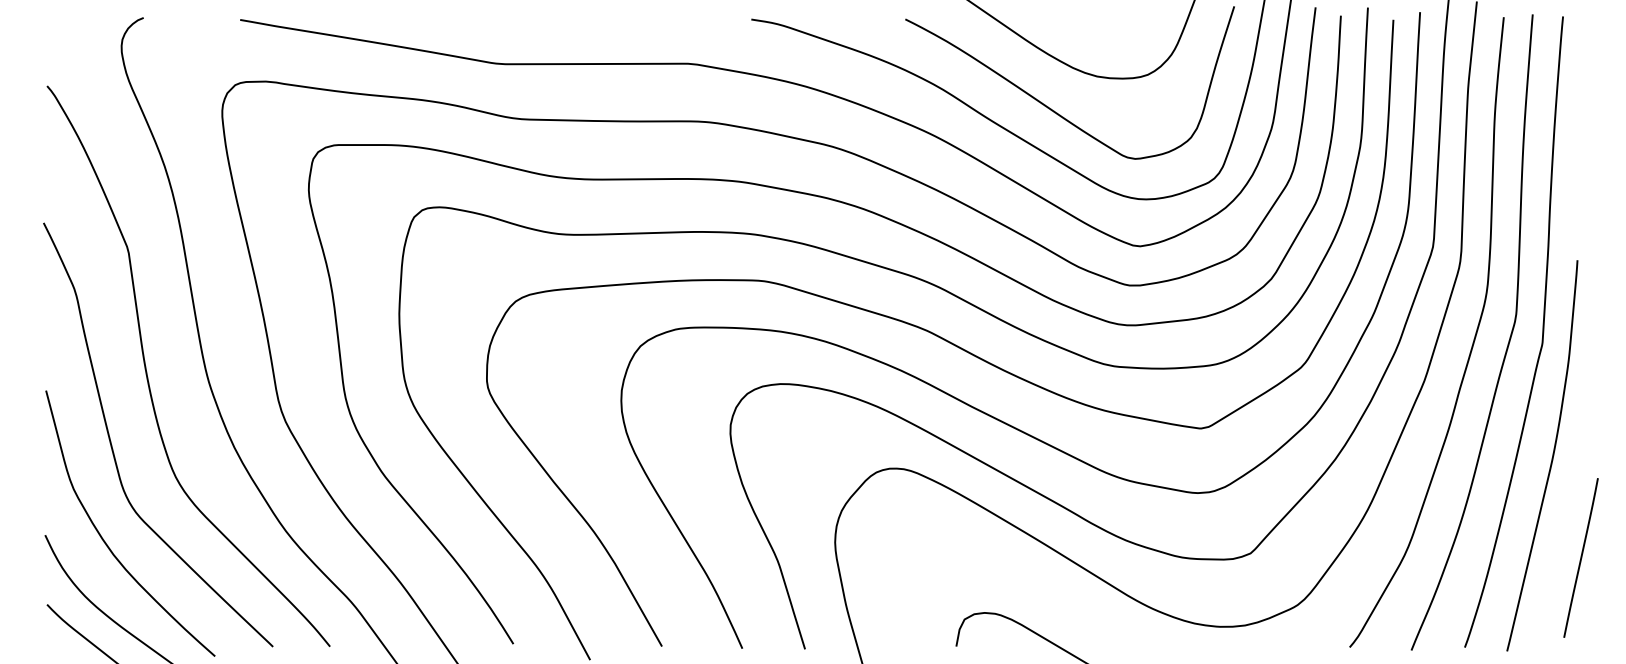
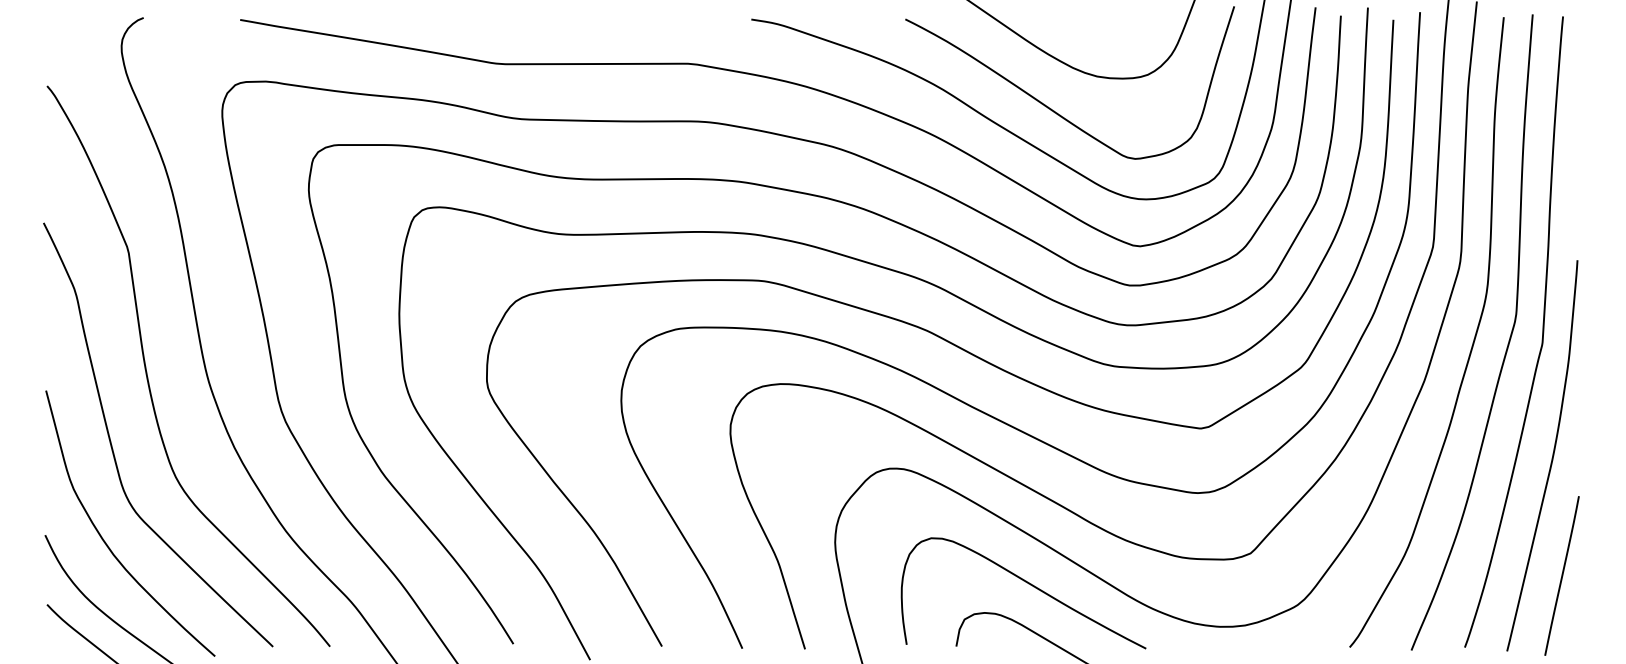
line at (1580, 557) position: (1580, 557) -> (1561, 575)
curve at (1028, 584): none -> present
